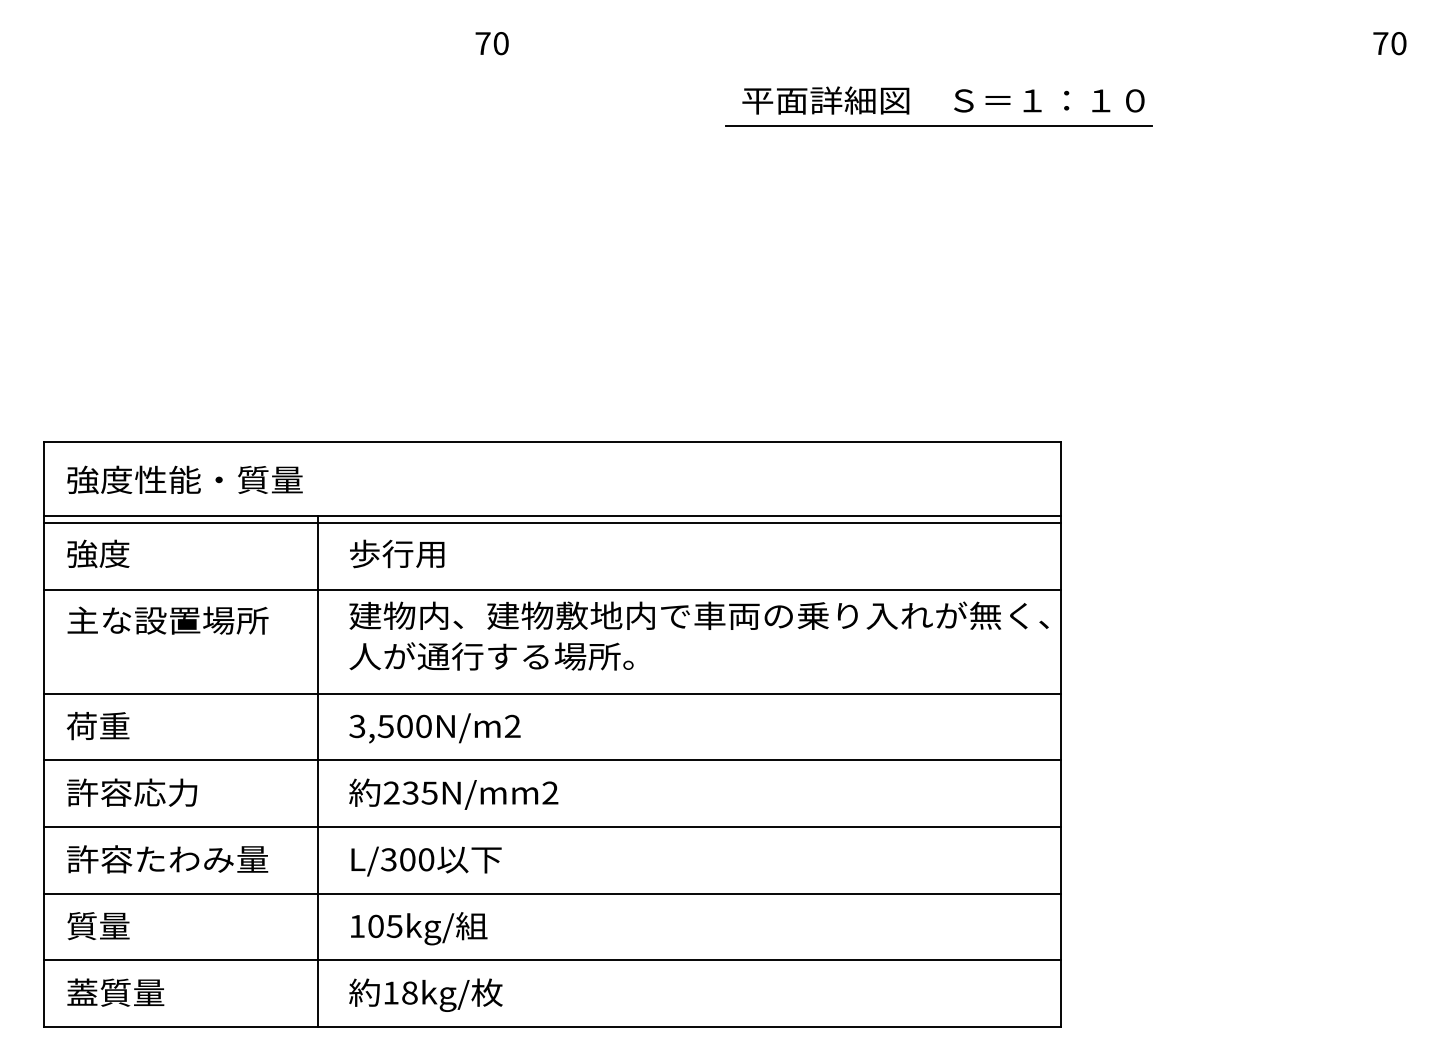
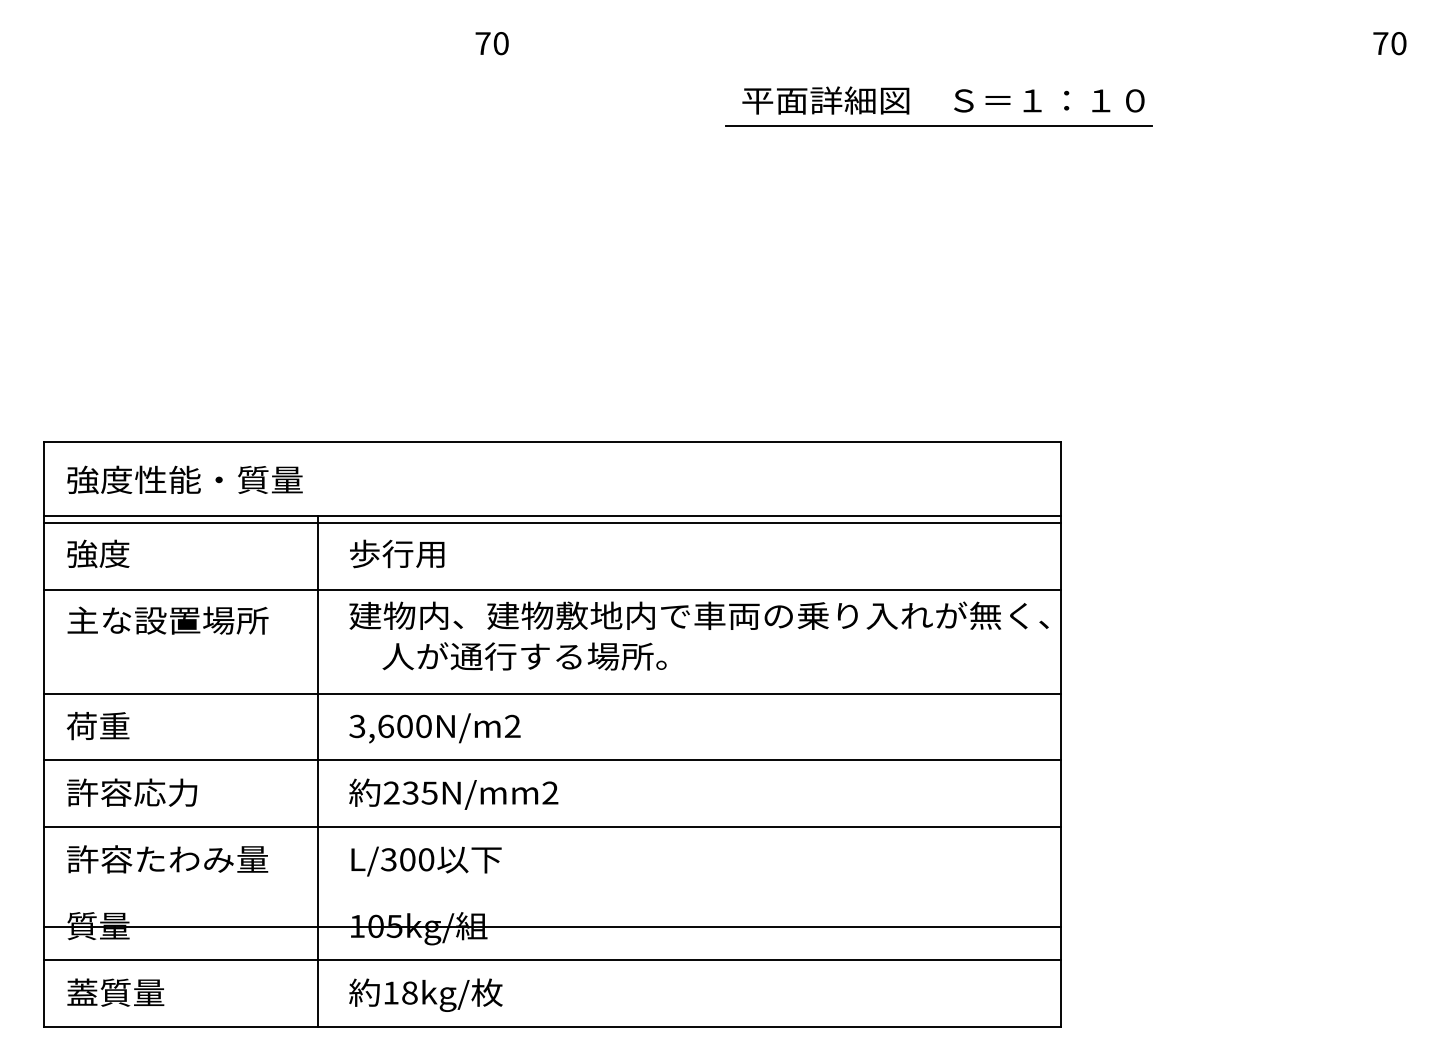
text at (491, 656) position: (491, 656) -> (524, 656)
text at (385, 726): 3,500N/m2 -> 3,600N/m2
line at (552, 893) position: (552, 893) -> (552, 926)
